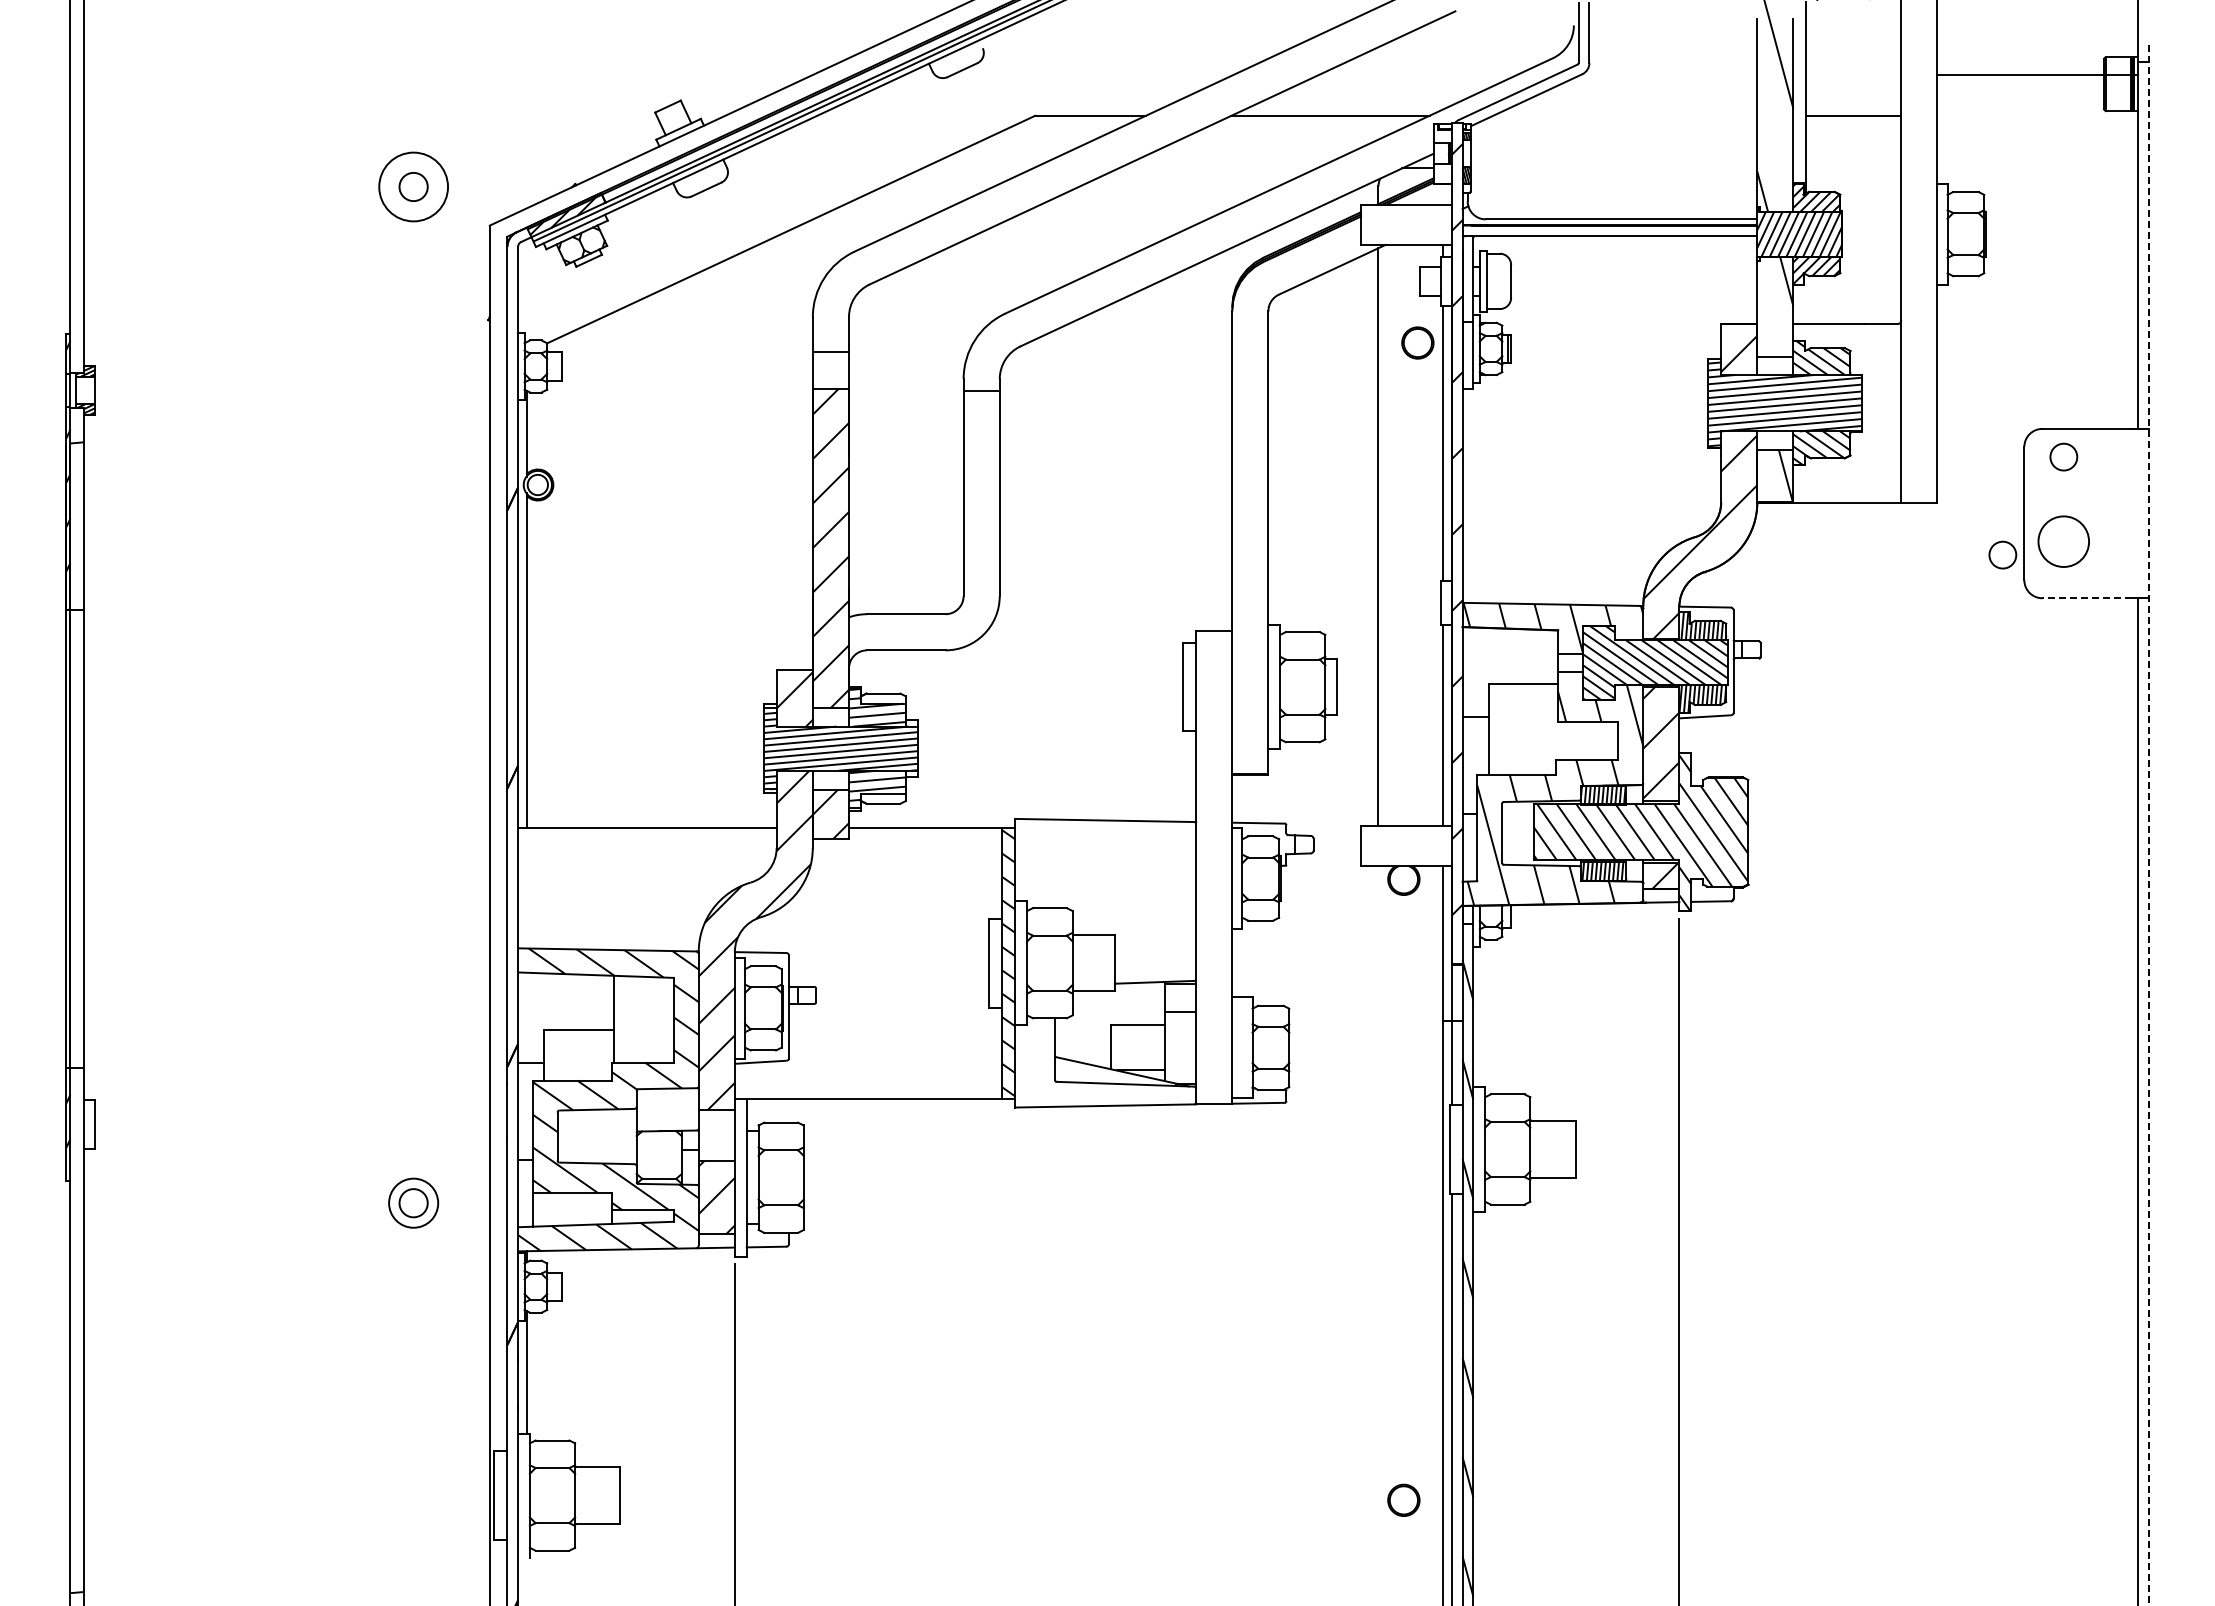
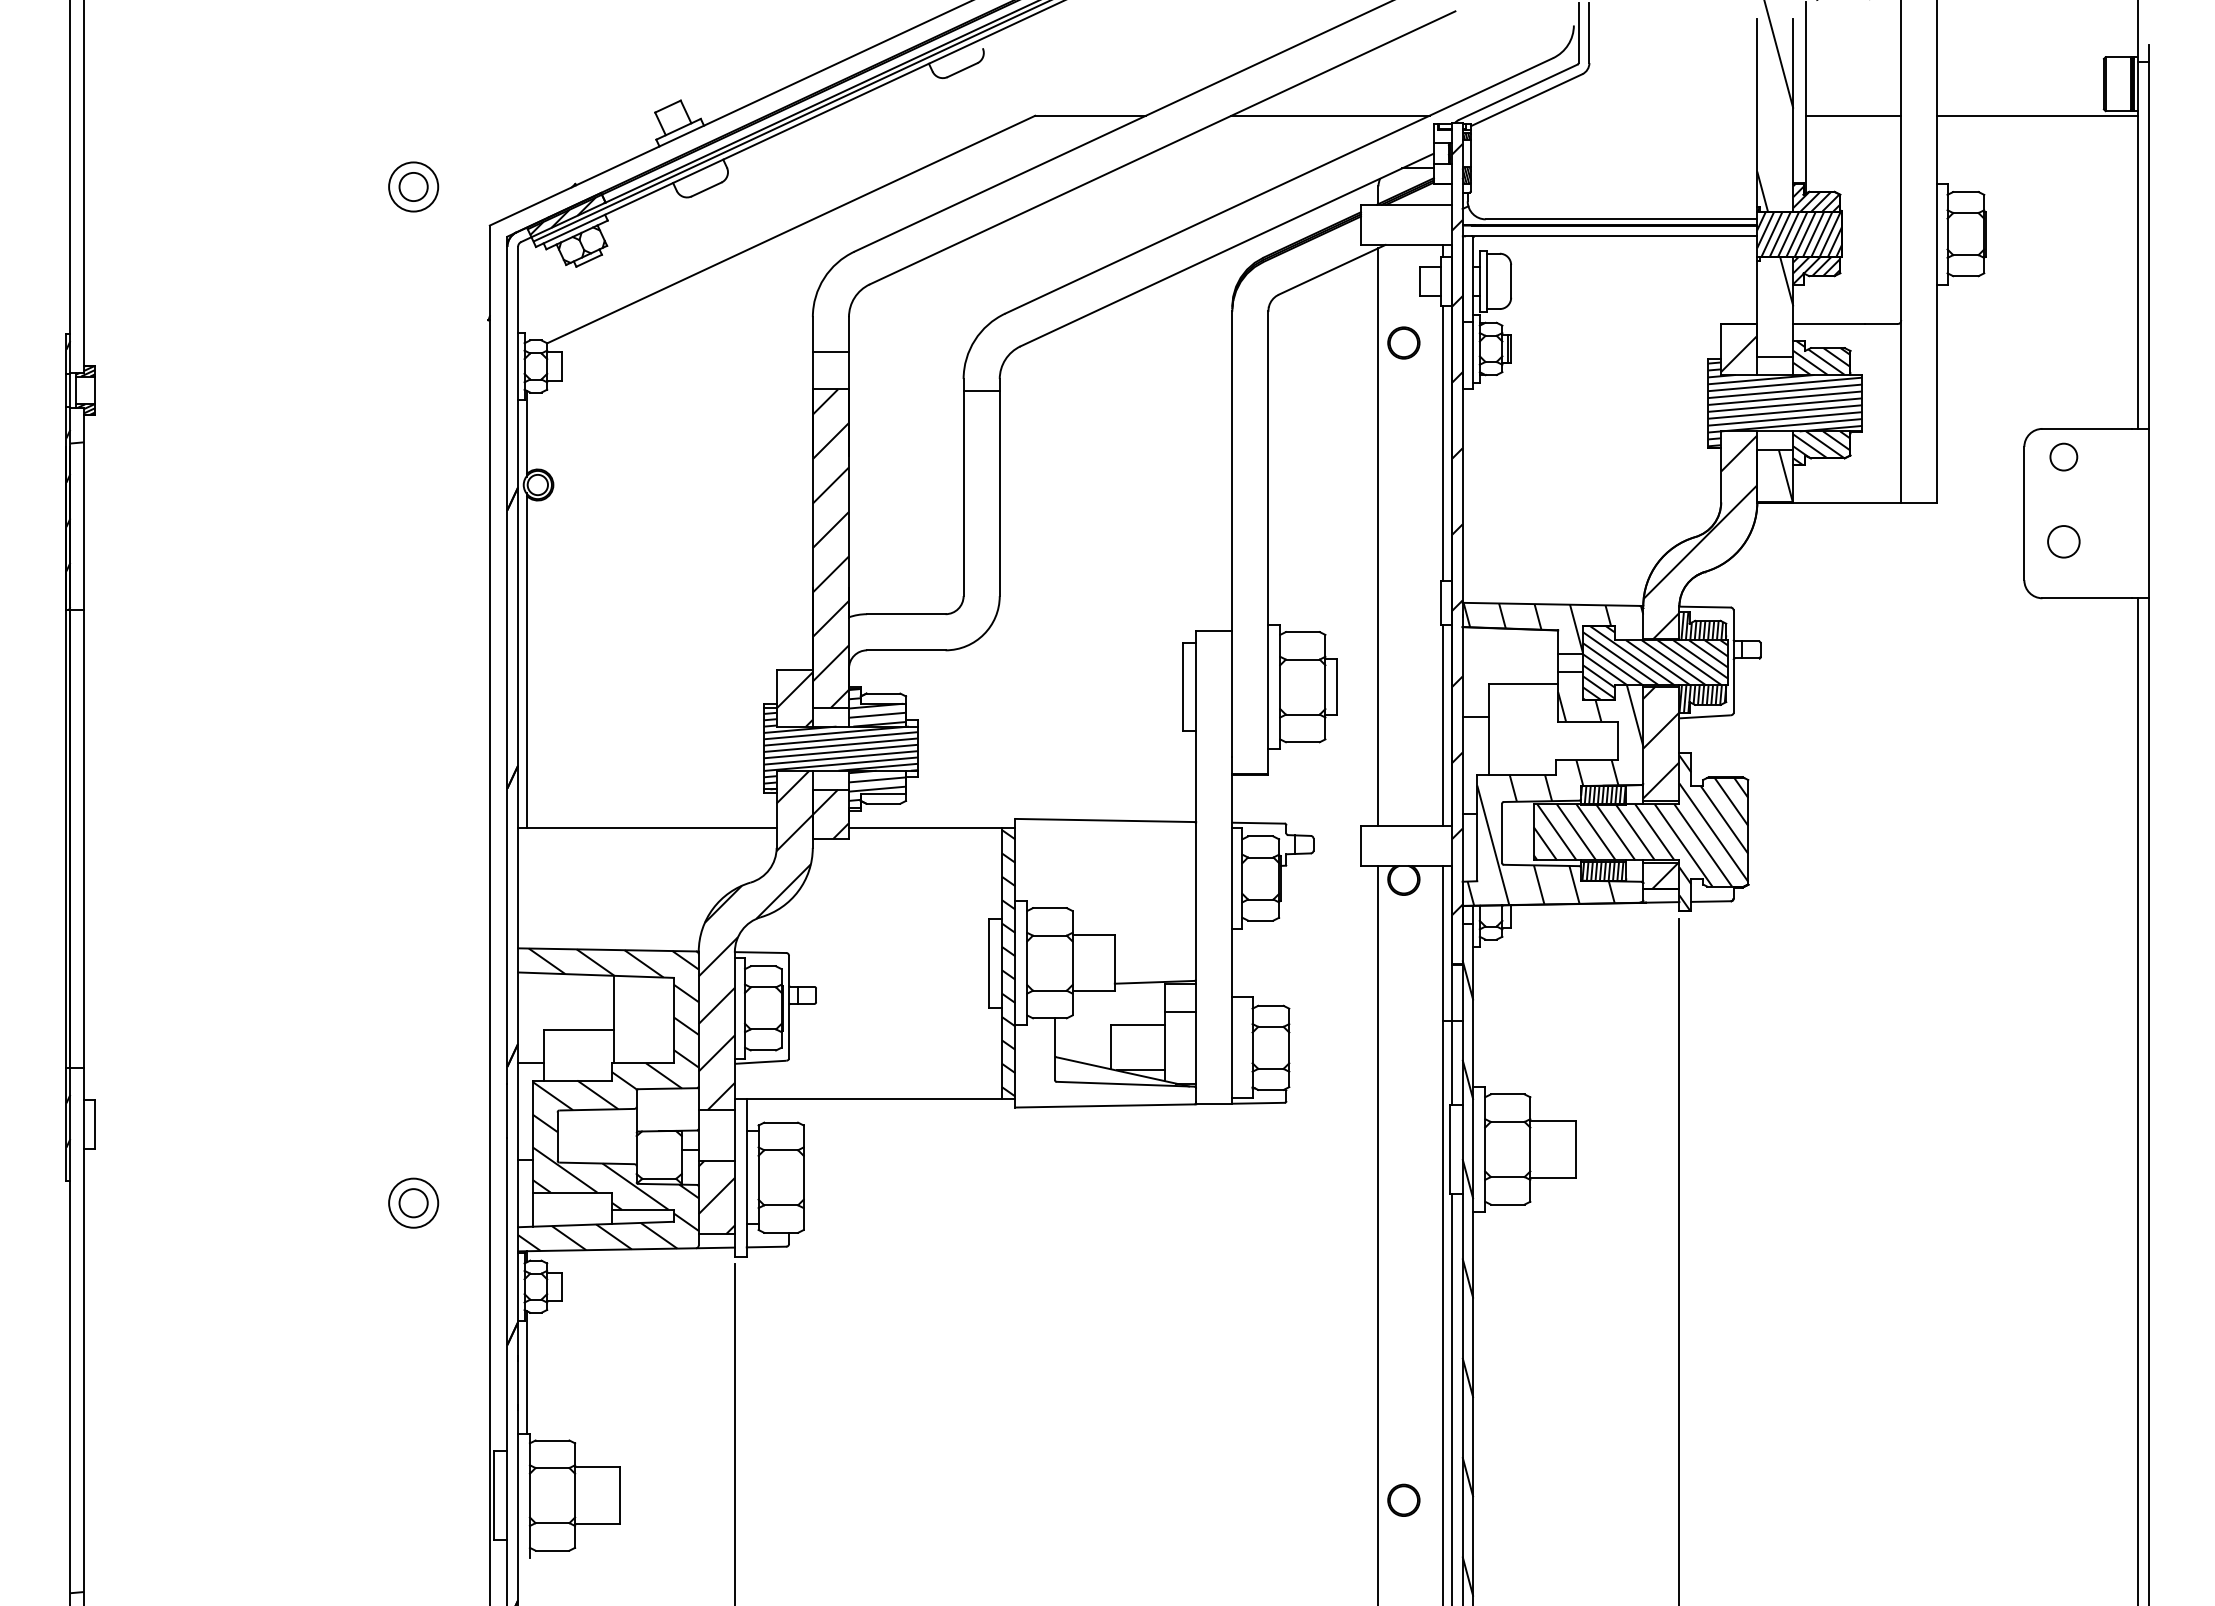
line at (2037, 74) position: (2037, 74) -> (2037, 115)
circle at (413, 186) diameter: 69 px -> 49 px
circle at (1417, 342) position: (1417, 342) -> (1403, 342)
circle at (2063, 541) size: 53x53 px -> 34x34 px
circle at (2002, 554): present -> none
line at (2087, 598): dashed -> solid
line at (2148, 825): dashed -> solid
line at (1378, 1233): none -> present
